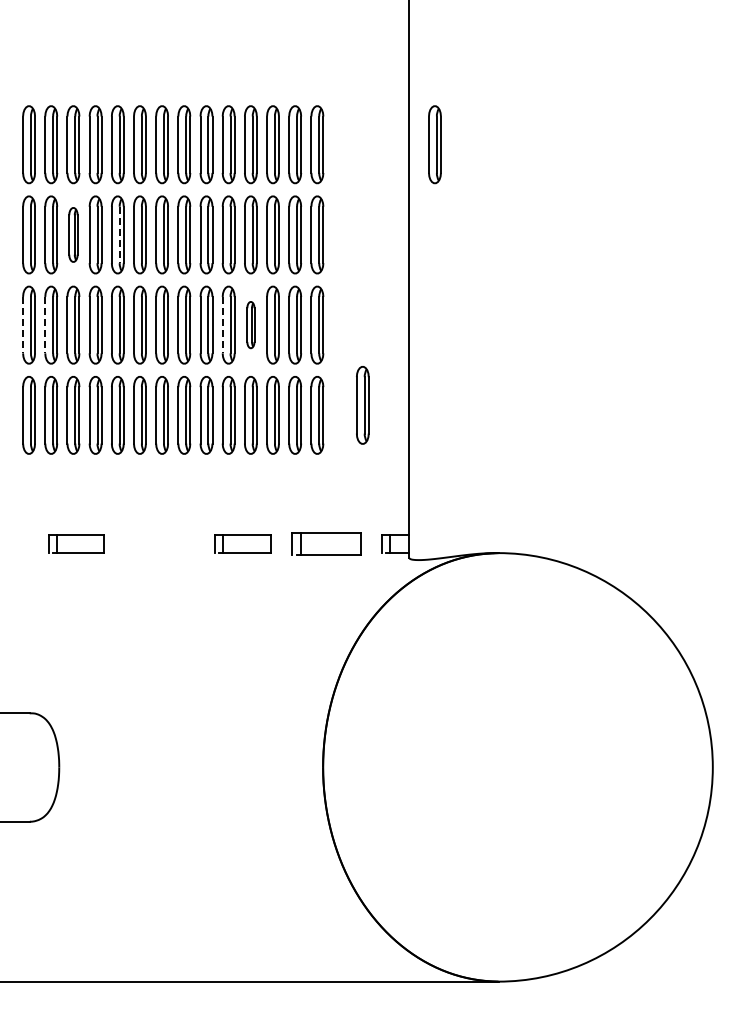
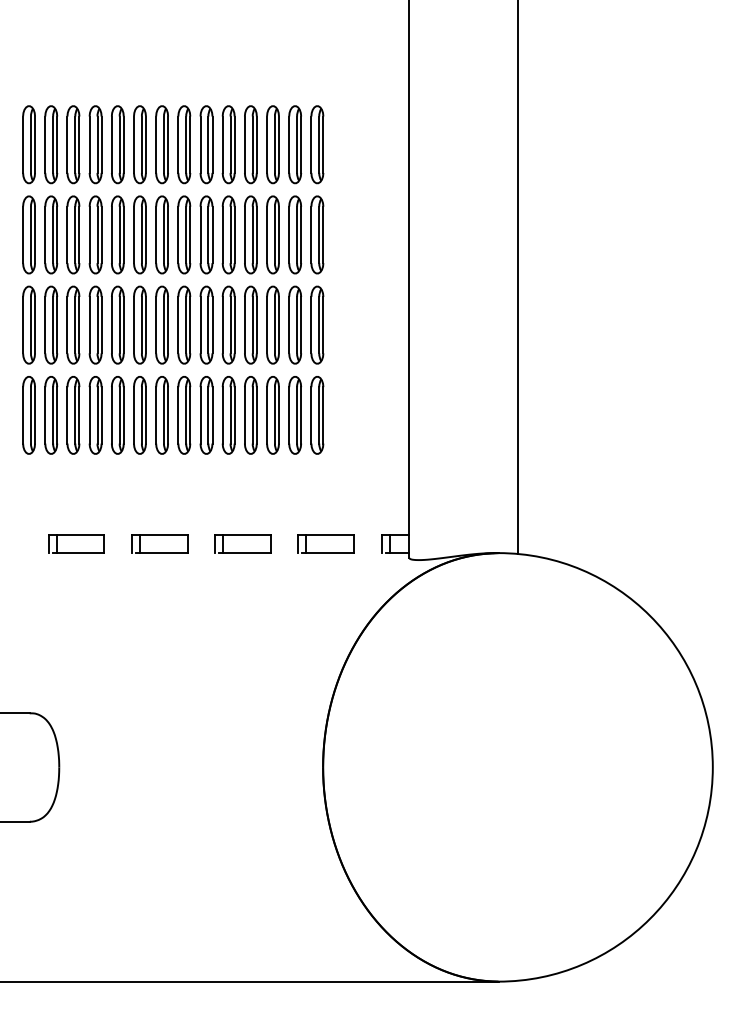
part at (434, 144): present -> none
part at (73, 234) size: 11x56 px -> 15x80 px
line at (119, 235): dashed -> solid
line at (517, 277): none -> present
line at (23, 325): dashed -> solid
line at (45, 325): dashed -> solid
line at (222, 325): dashed -> solid
part at (250, 325) size: 10x49 px -> 14x80 px
part at (362, 405): present -> none
part at (159, 543): none -> present
part at (326, 543) size: 71x24 px -> 58x20 px
